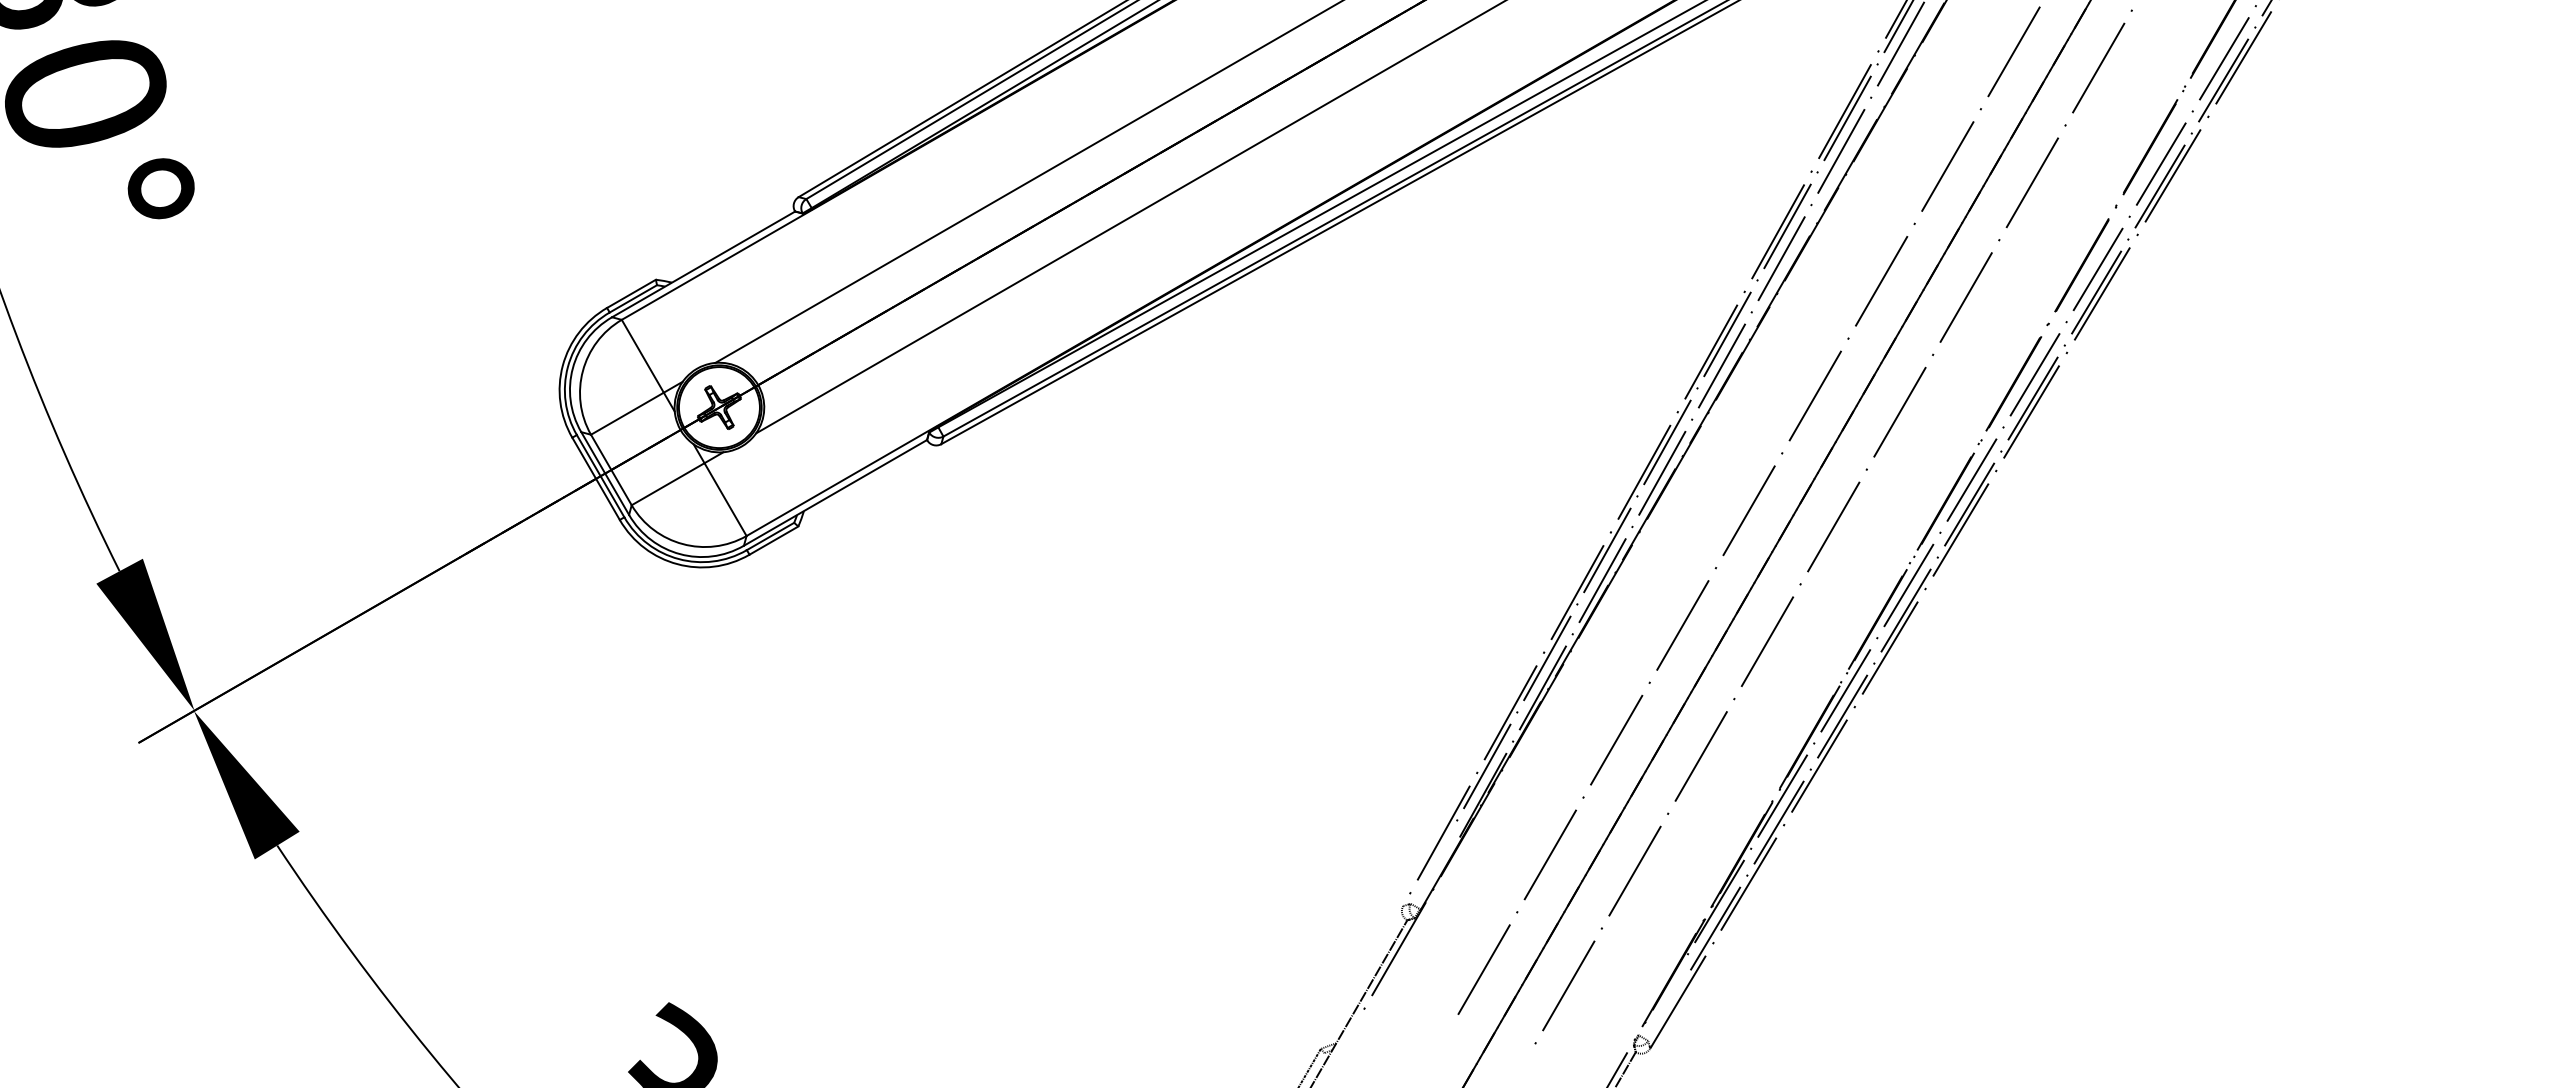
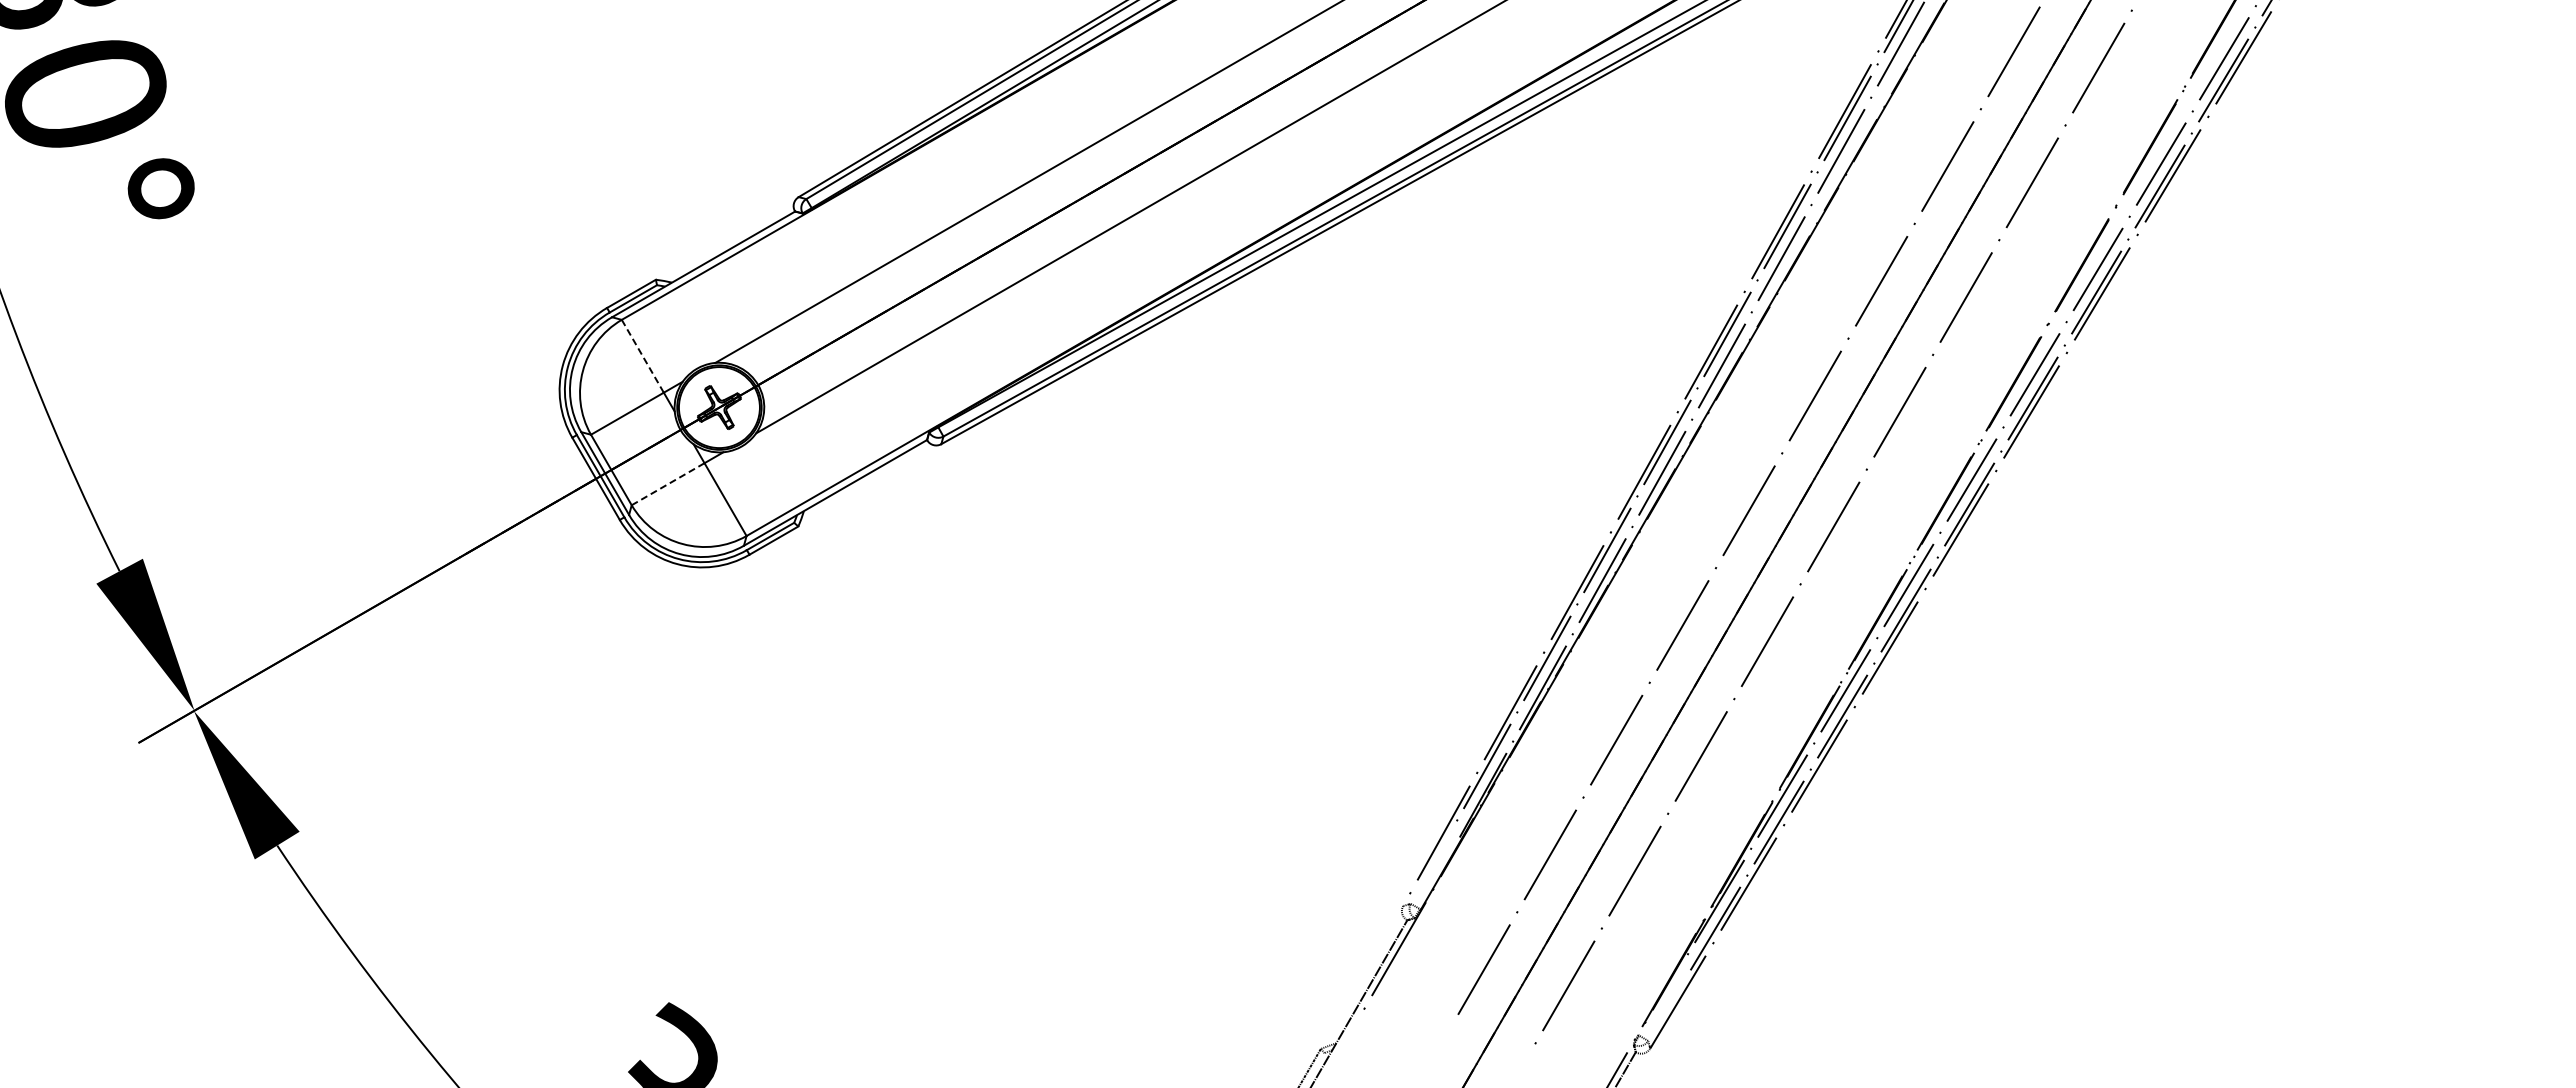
line at (643, 356): solid -> dashed
line at (668, 483): solid -> dashed
